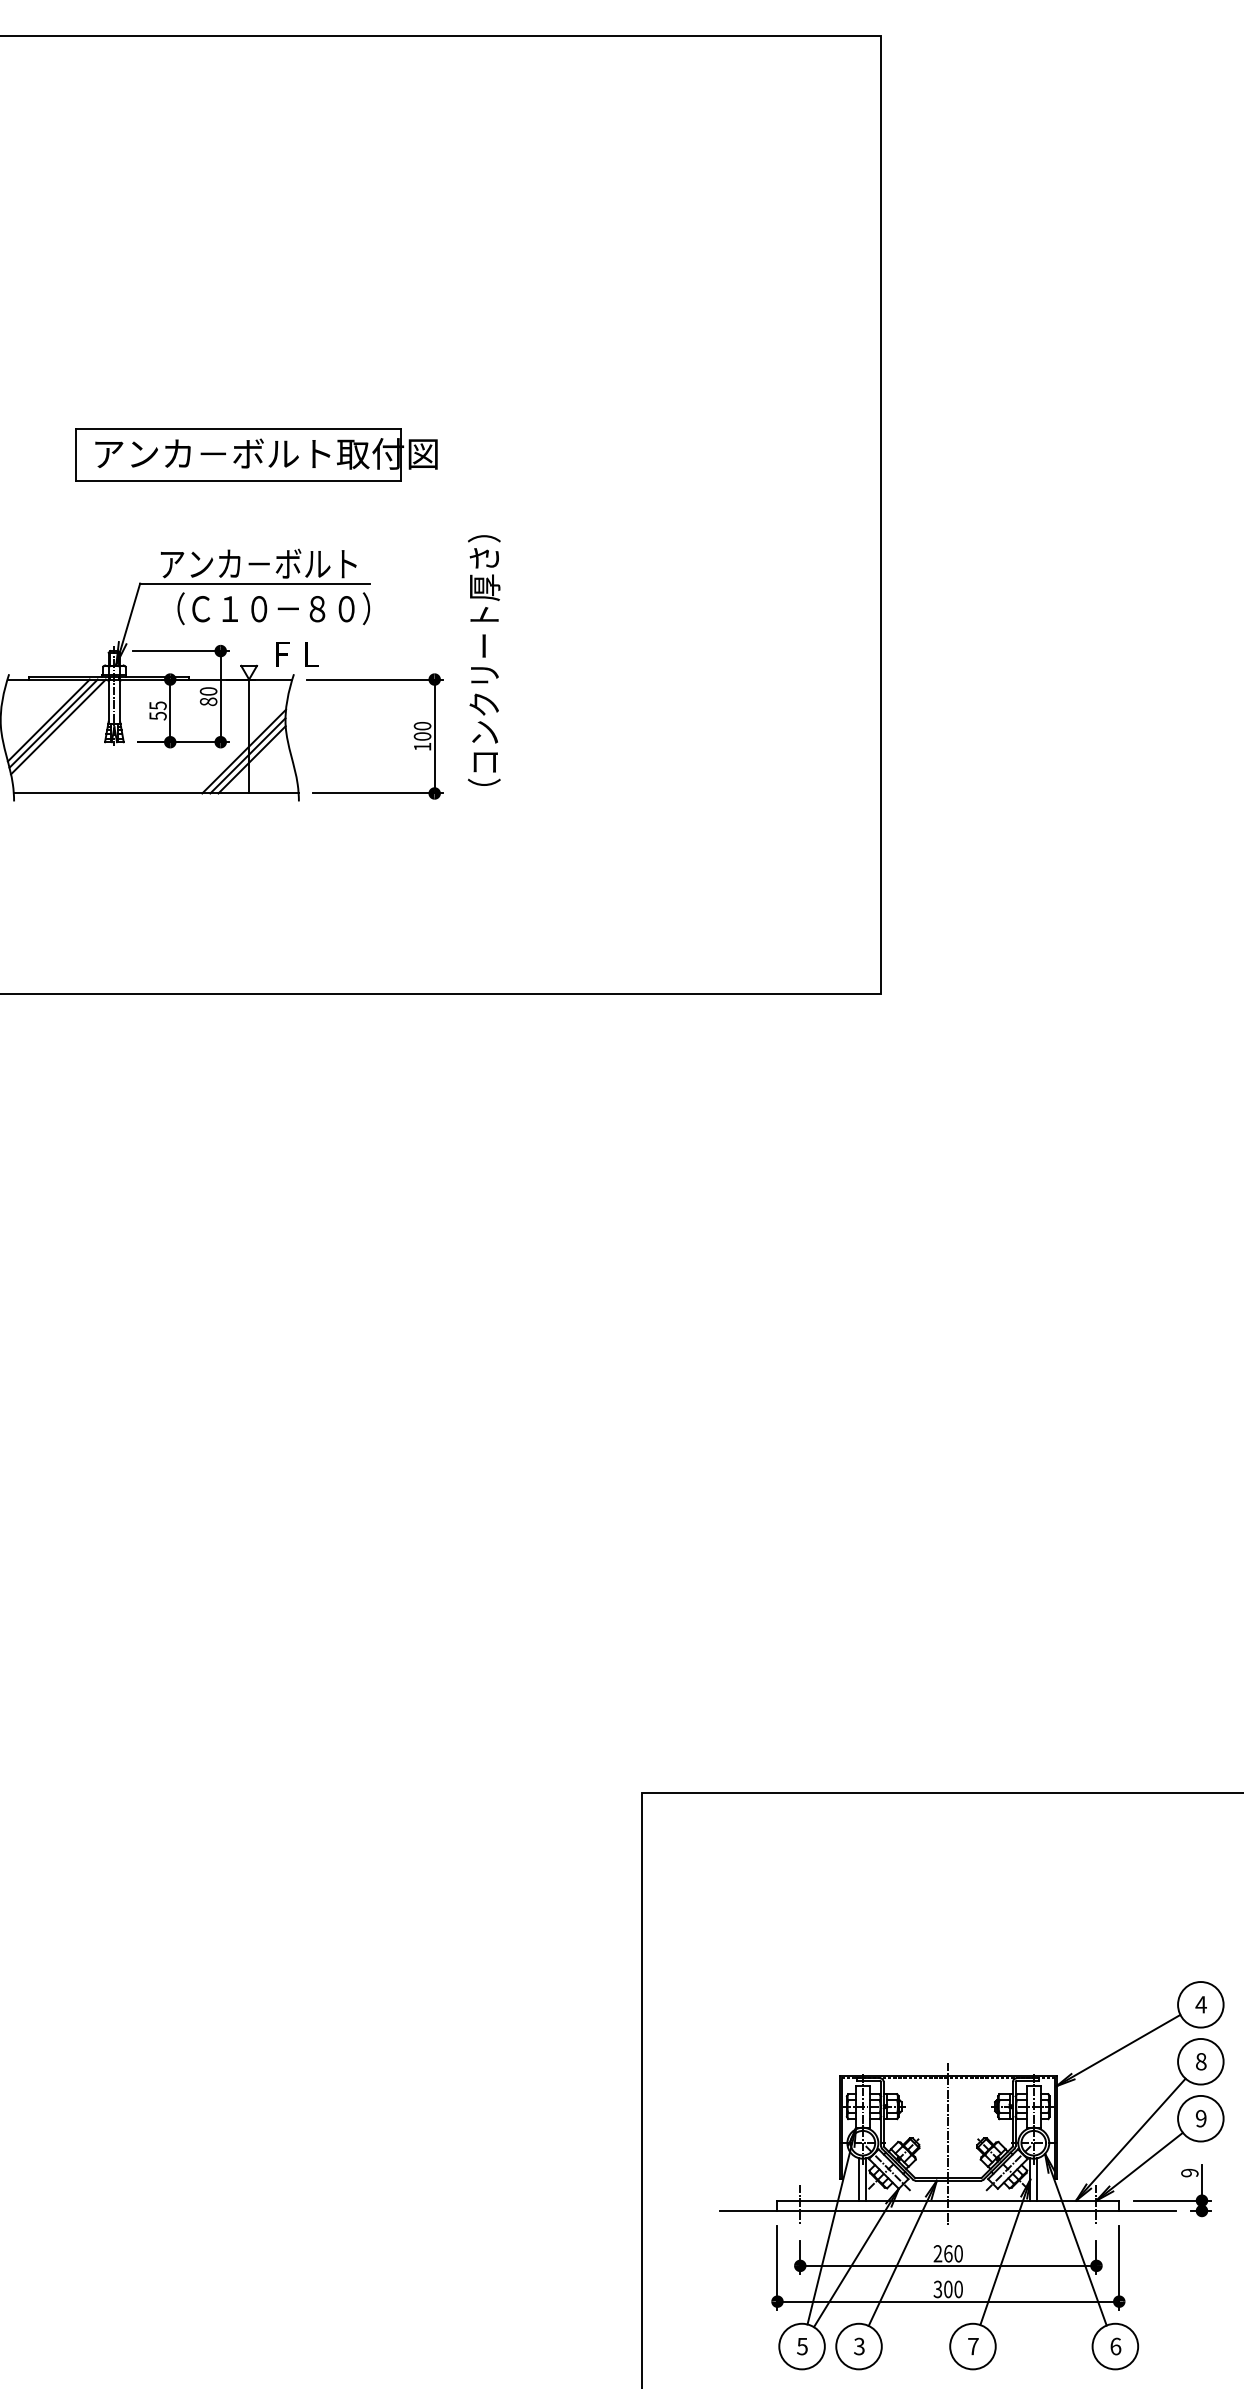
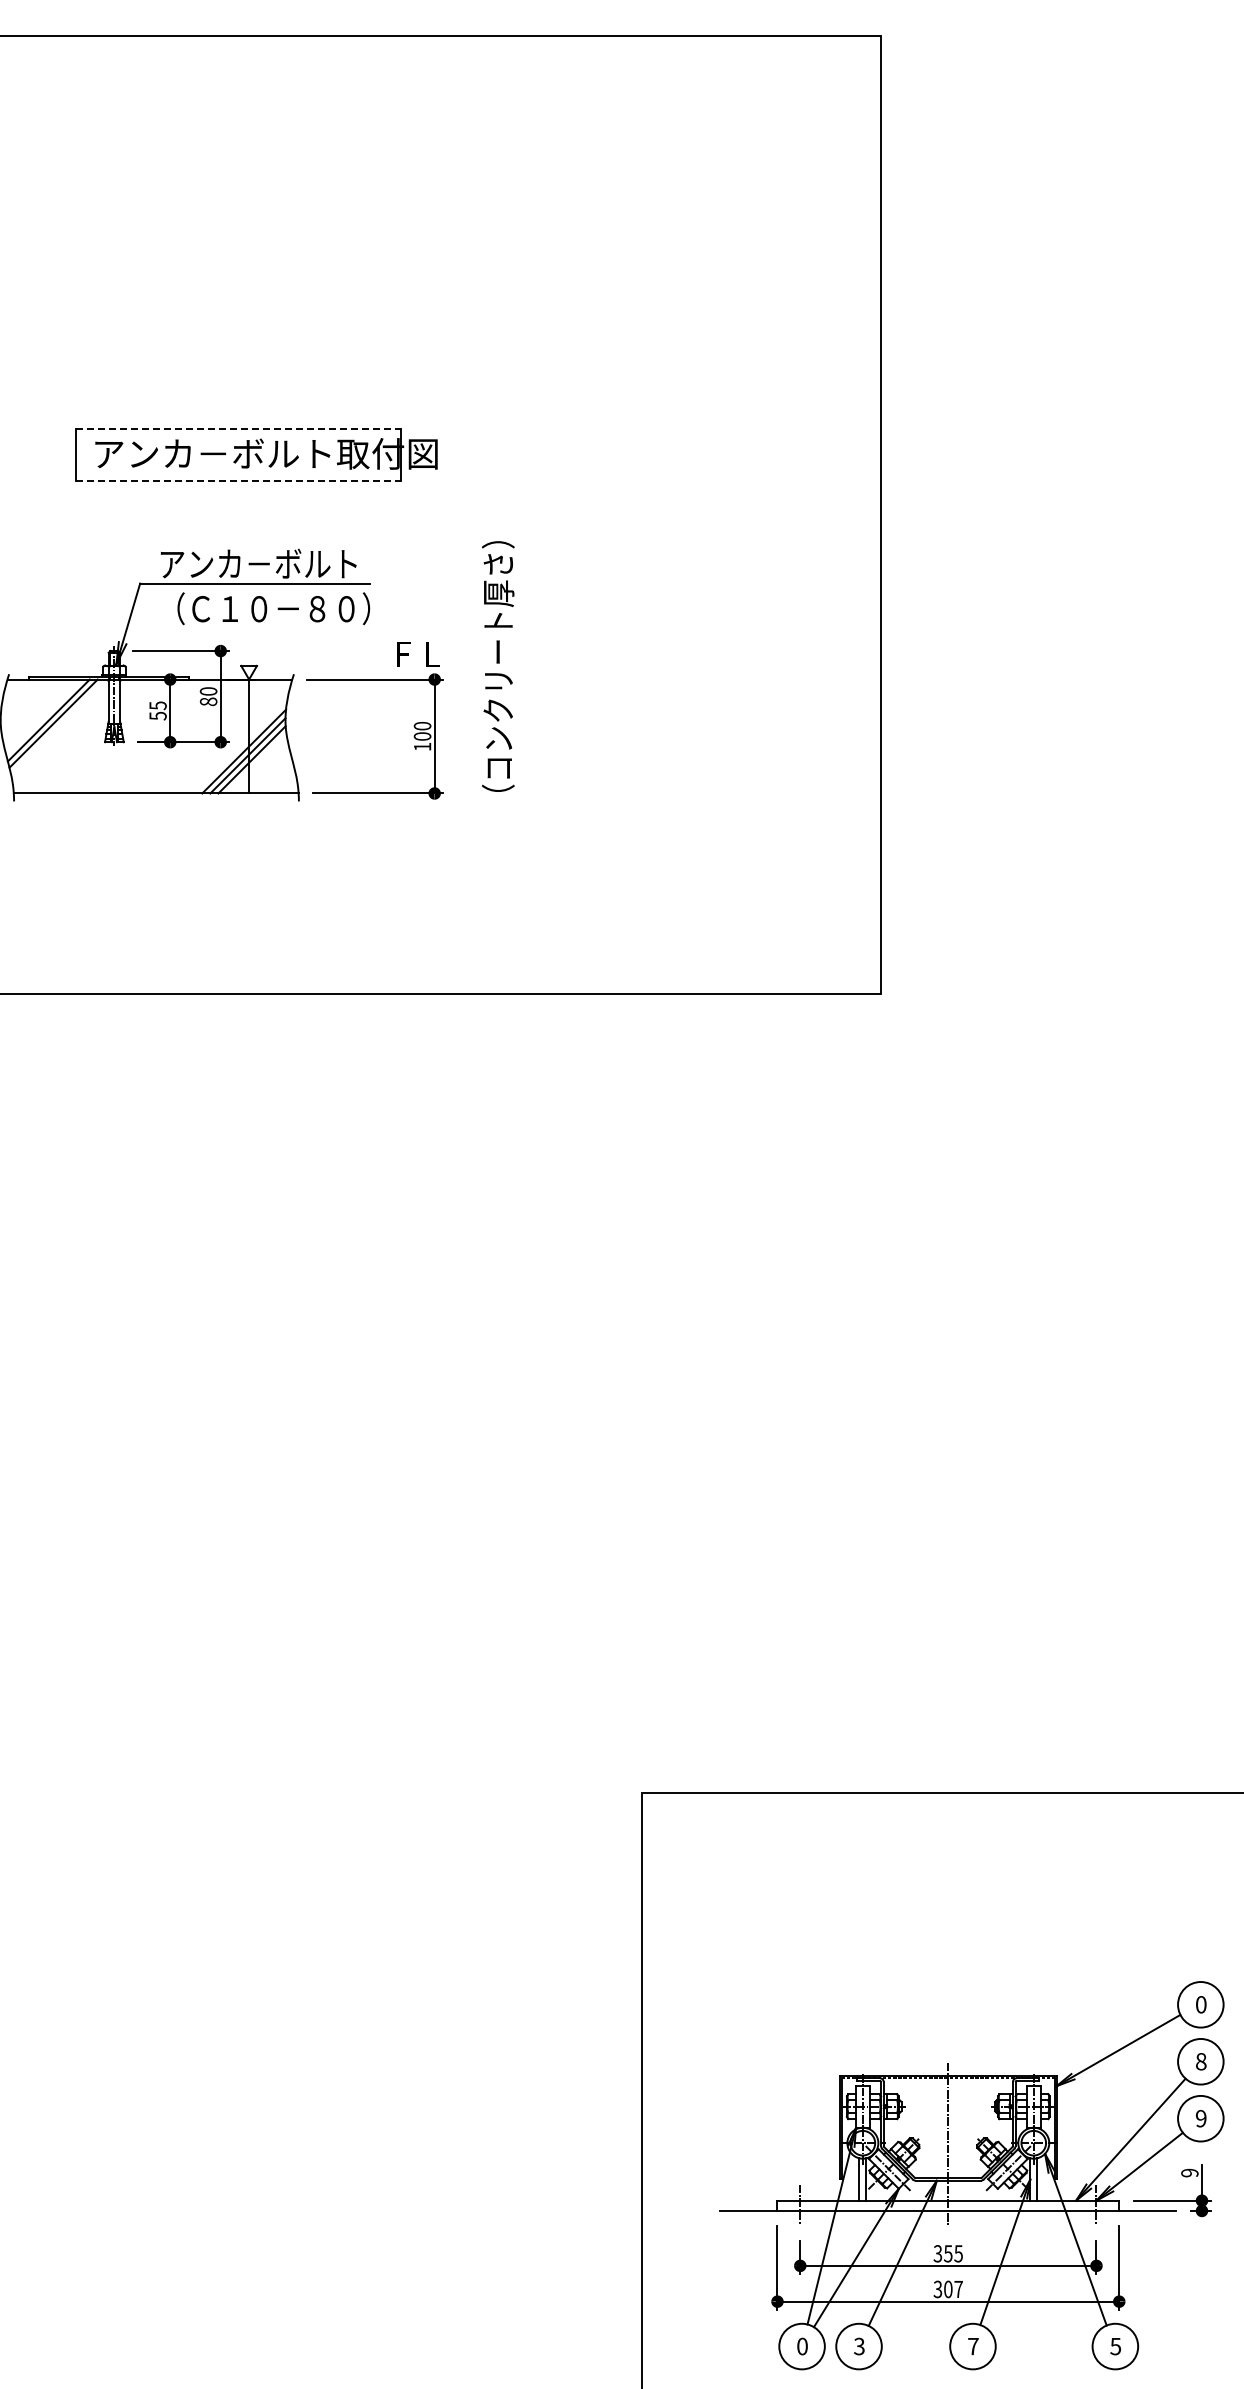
line at (238, 429): solid -> dashed
line at (238, 480): solid -> dashed
text at (297, 654) position: (297, 654) -> (418, 654)
text at (484, 660) position: (484, 660) -> (498, 666)
line at (58, 726): present -> none
text at (1200, 2004): 4 -> 0
text at (947, 2253): 260 -> 355
text at (958, 2289): 300 -> 307
text at (802, 2346): 5 -> 0
text at (1115, 2346): 6 -> 5
